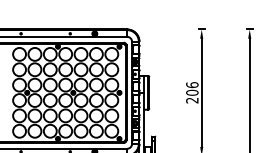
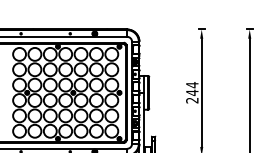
text at (192, 89): 206 -> 244
